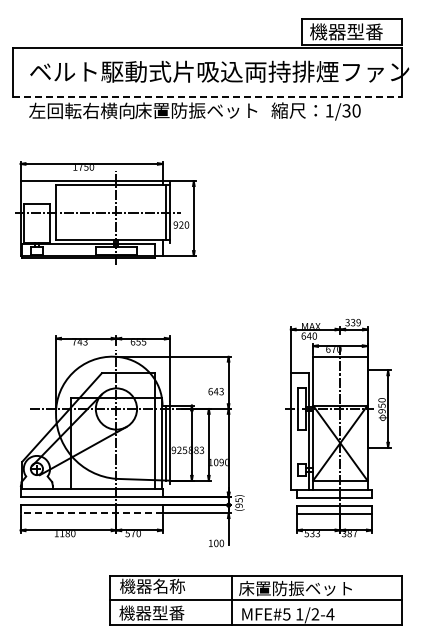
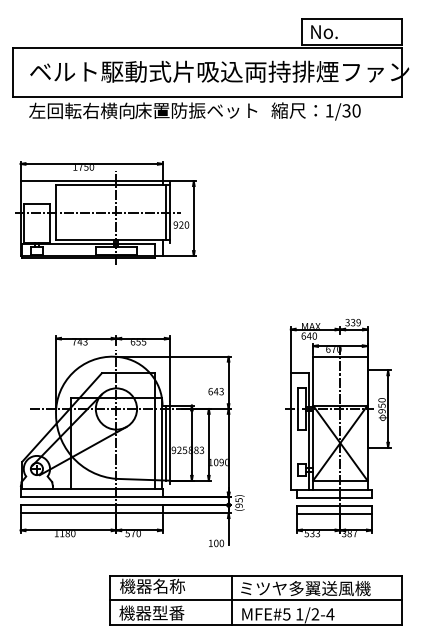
text at (346, 31): 機器型番 -> No.
line at (207, 96): dashed -> solid
line at (91, 513): dashed -> solid
text at (304, 588): 床置防振ベット -> ミツヤ多翼送風機
